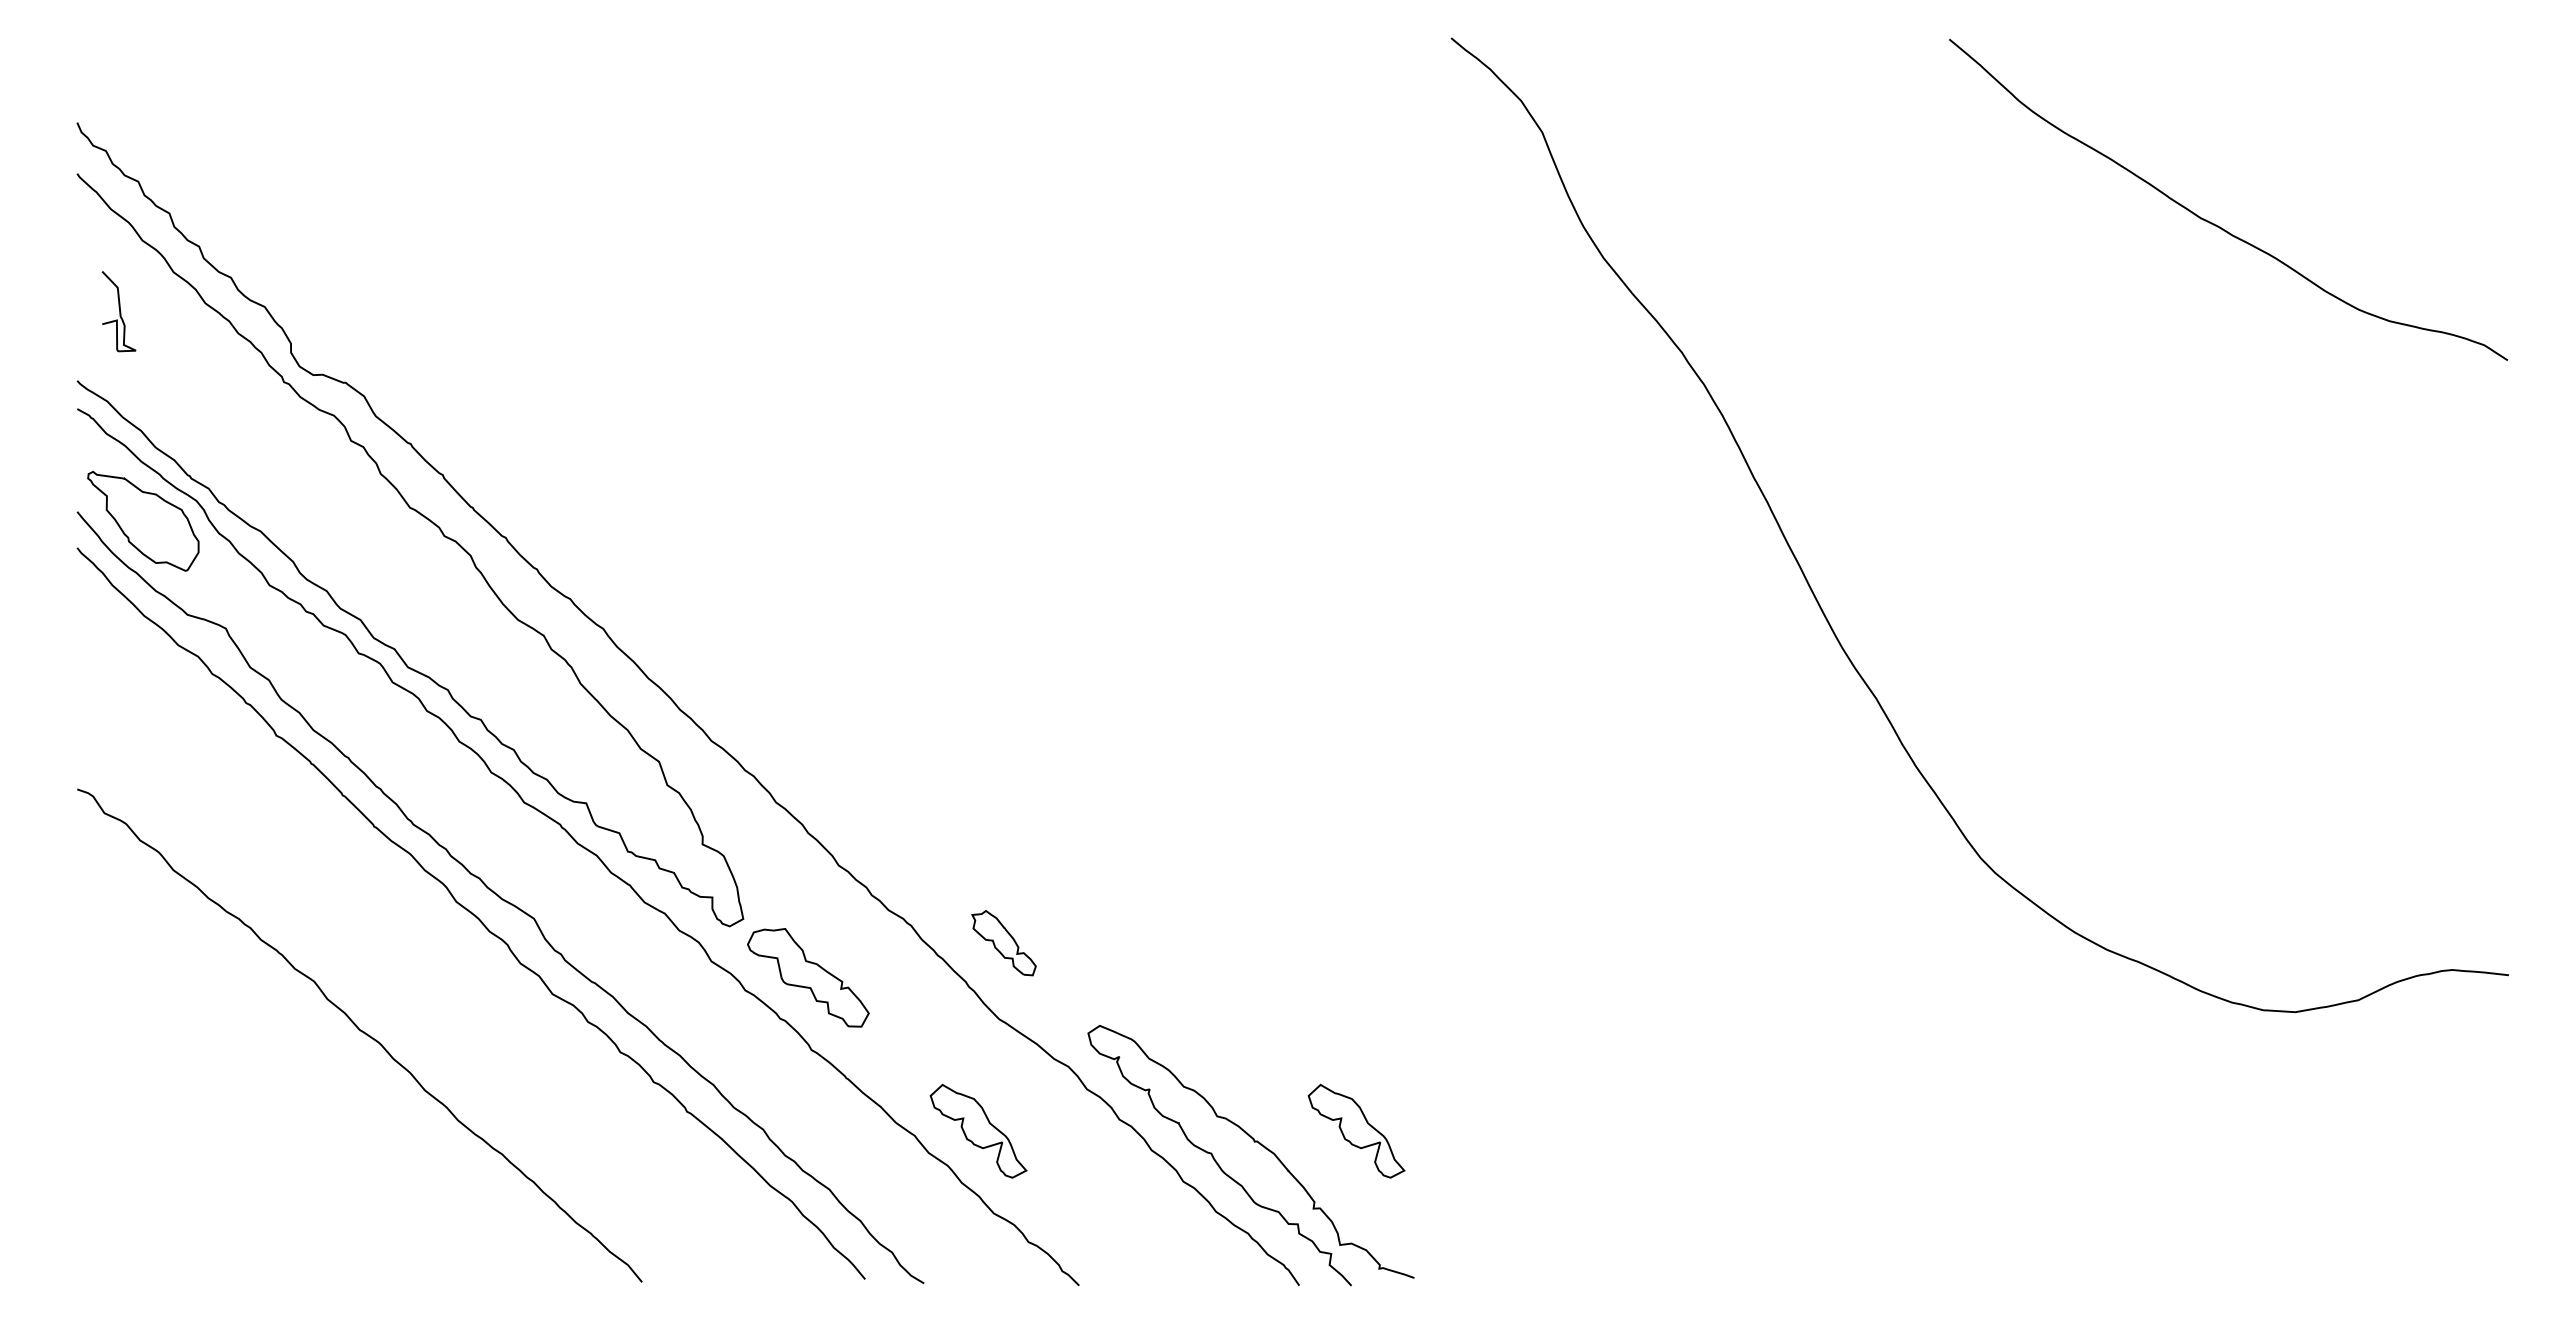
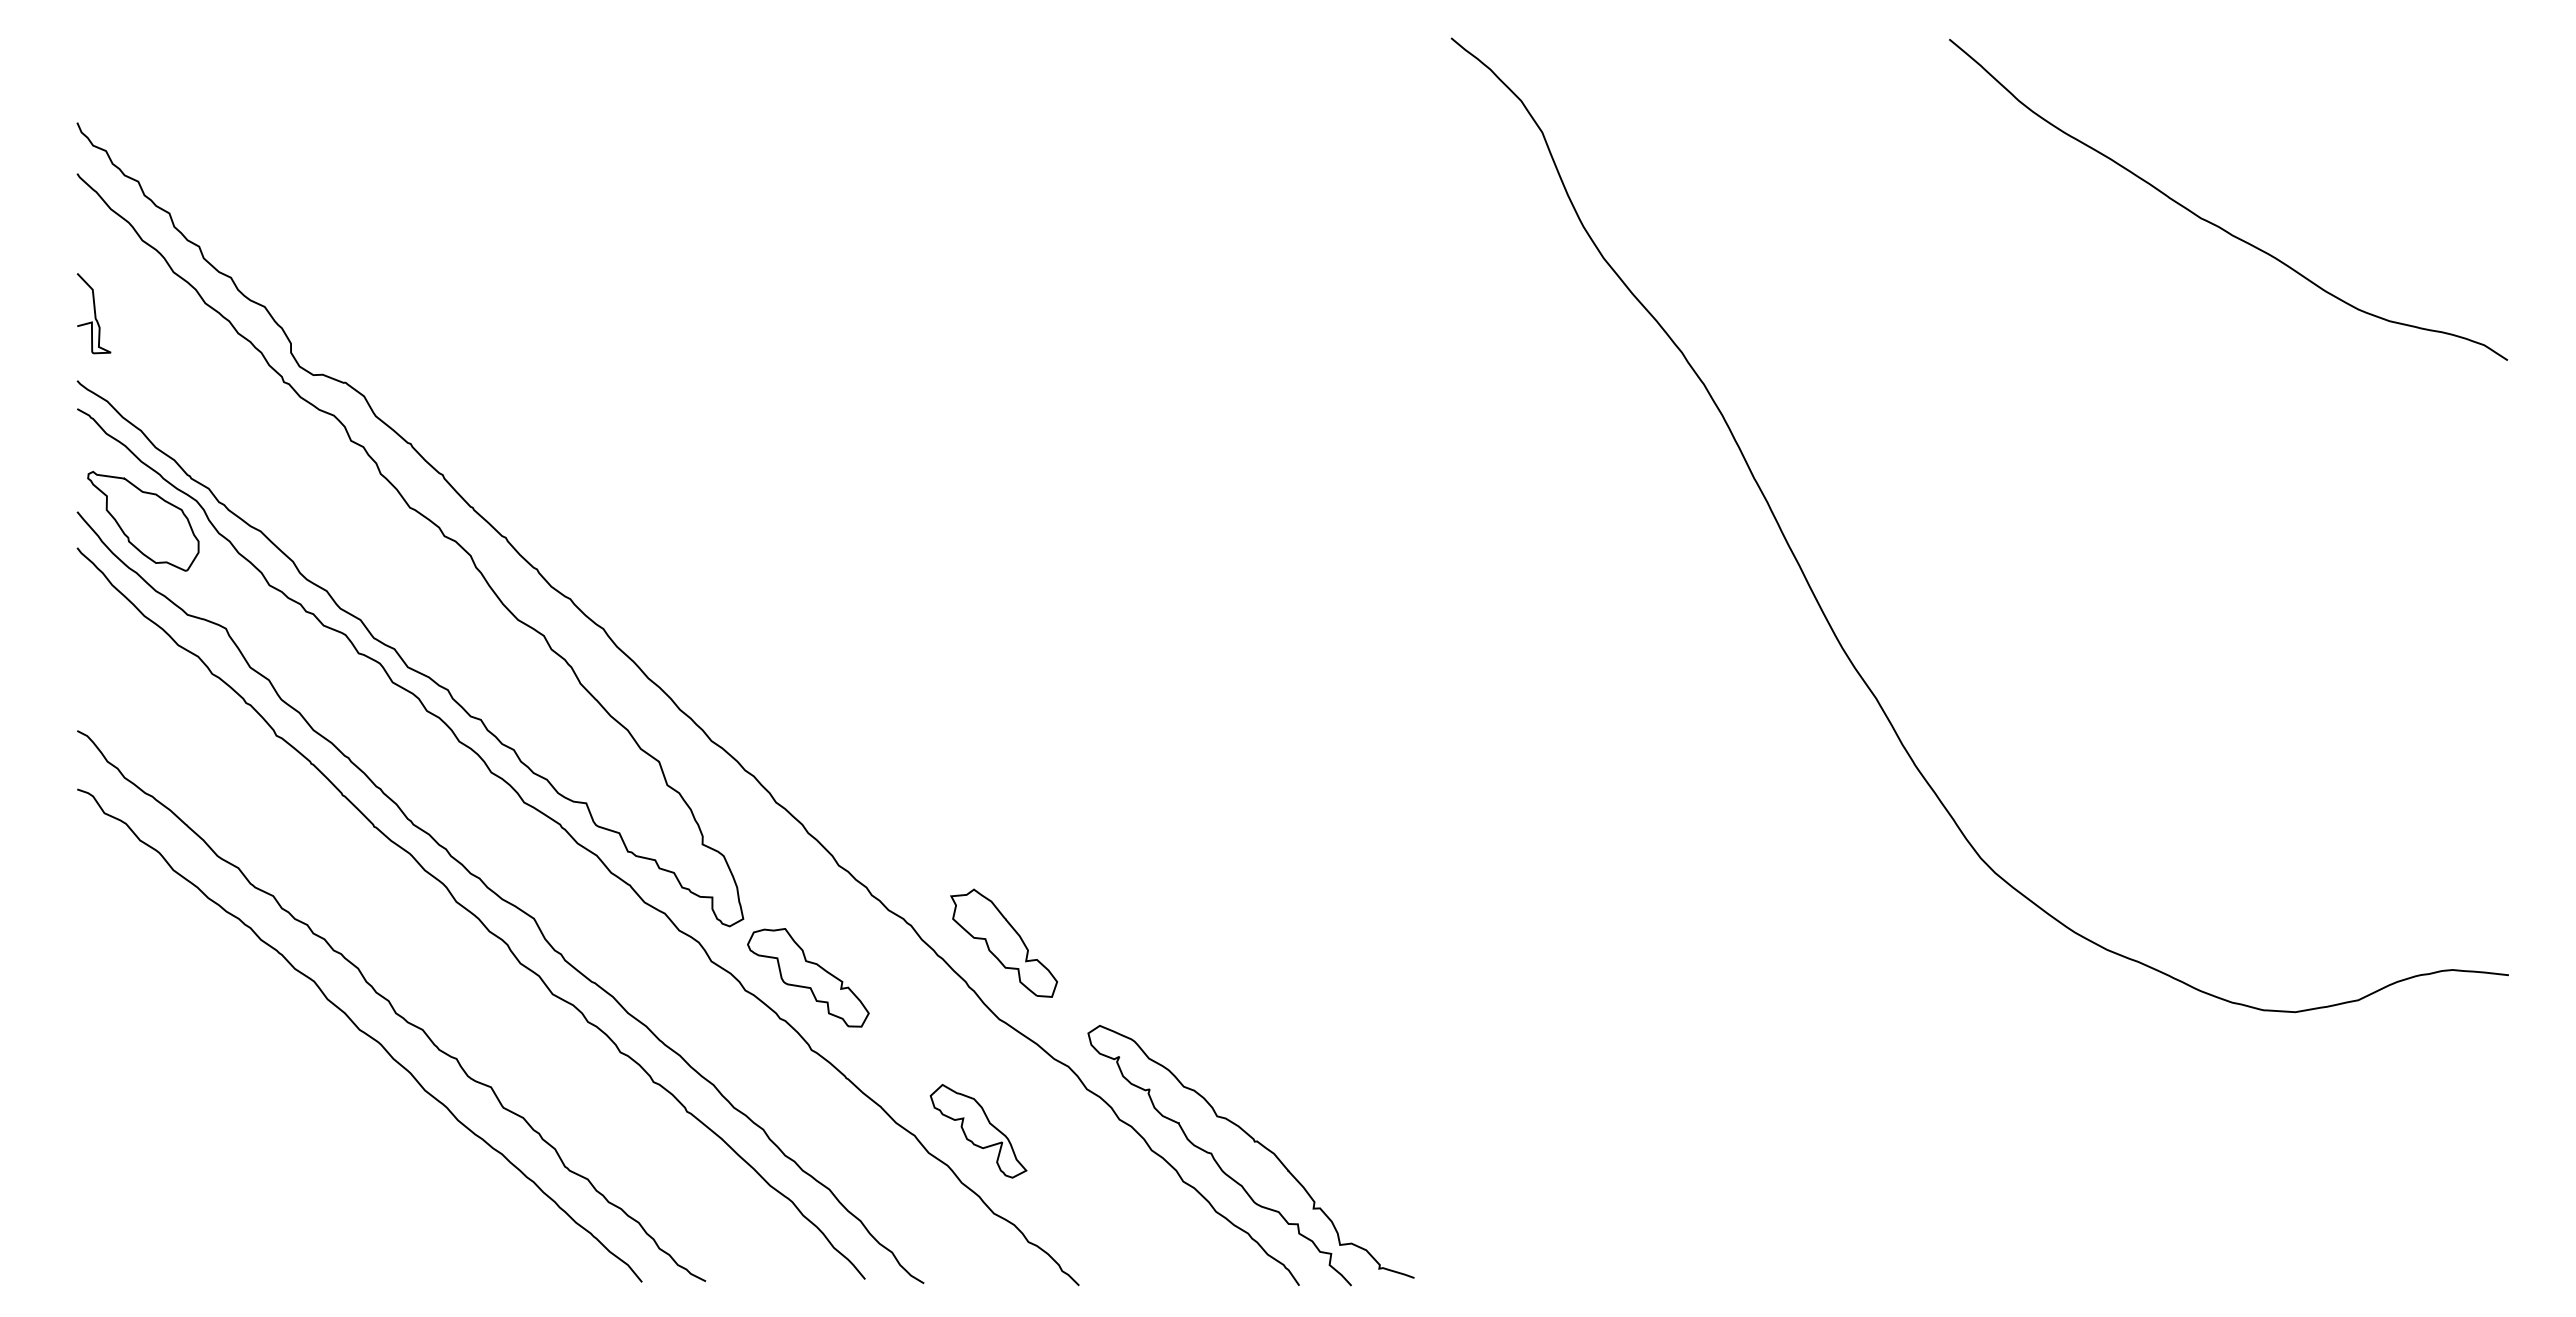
curve at (119, 311) position: (119, 311) -> (94, 313)
part at (1003, 943) size: 66x67 px -> 108x110 px
curve at (391, 1005): none -> present
part at (1356, 1130): present -> none
